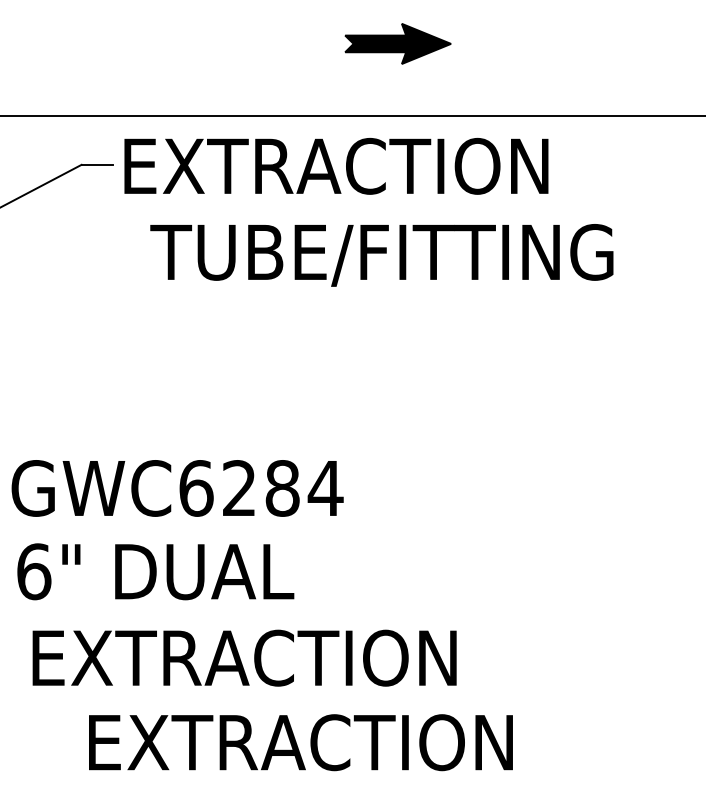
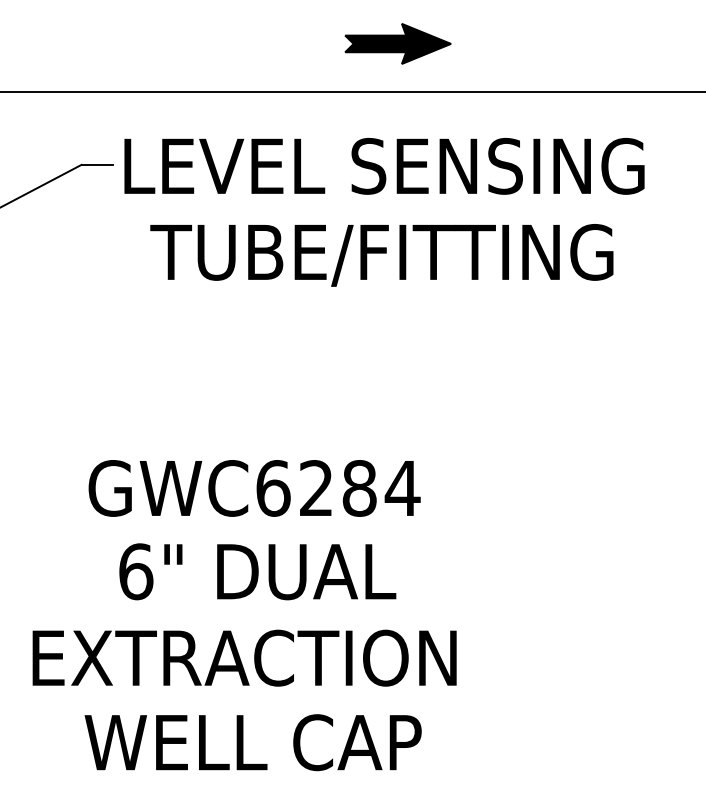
line at (352, 116) position: (352, 116) -> (352, 92)
text at (387, 165): EXTRACTION -> LEVEL SENSING
text at (177, 488) position: (177, 488) -> (254, 488)
text at (155, 571) position: (155, 571) -> (257, 571)
text at (298, 742): EXTRACTION -> WELL CAP
